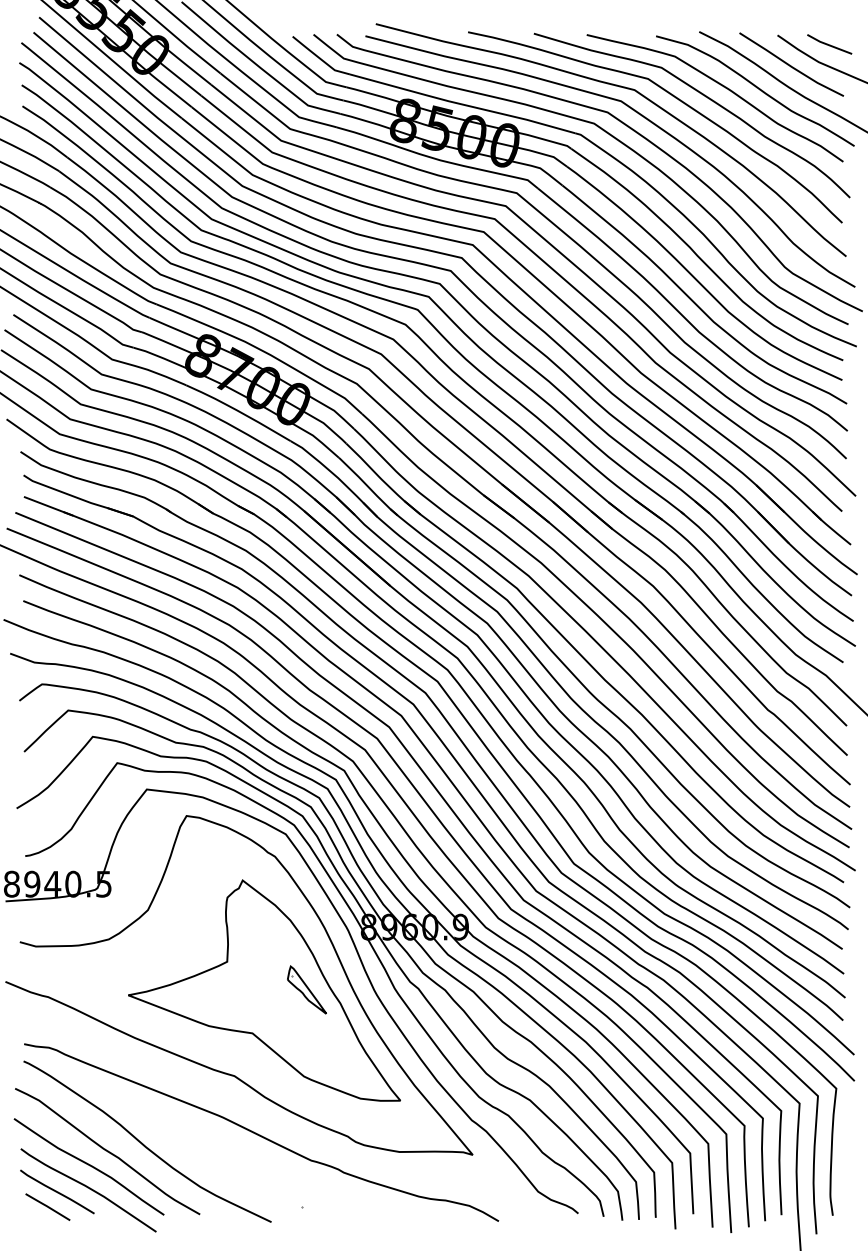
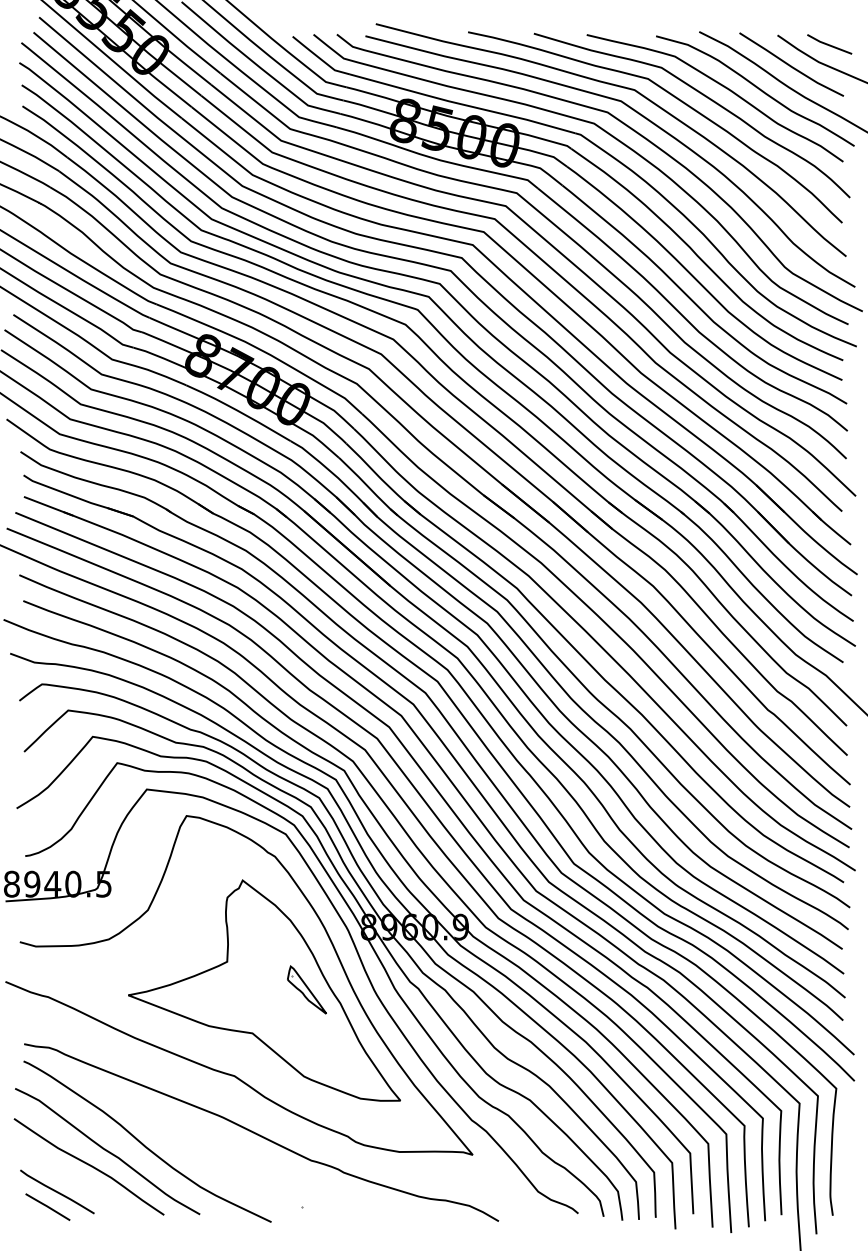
curve at (89, 1189): present -> none
